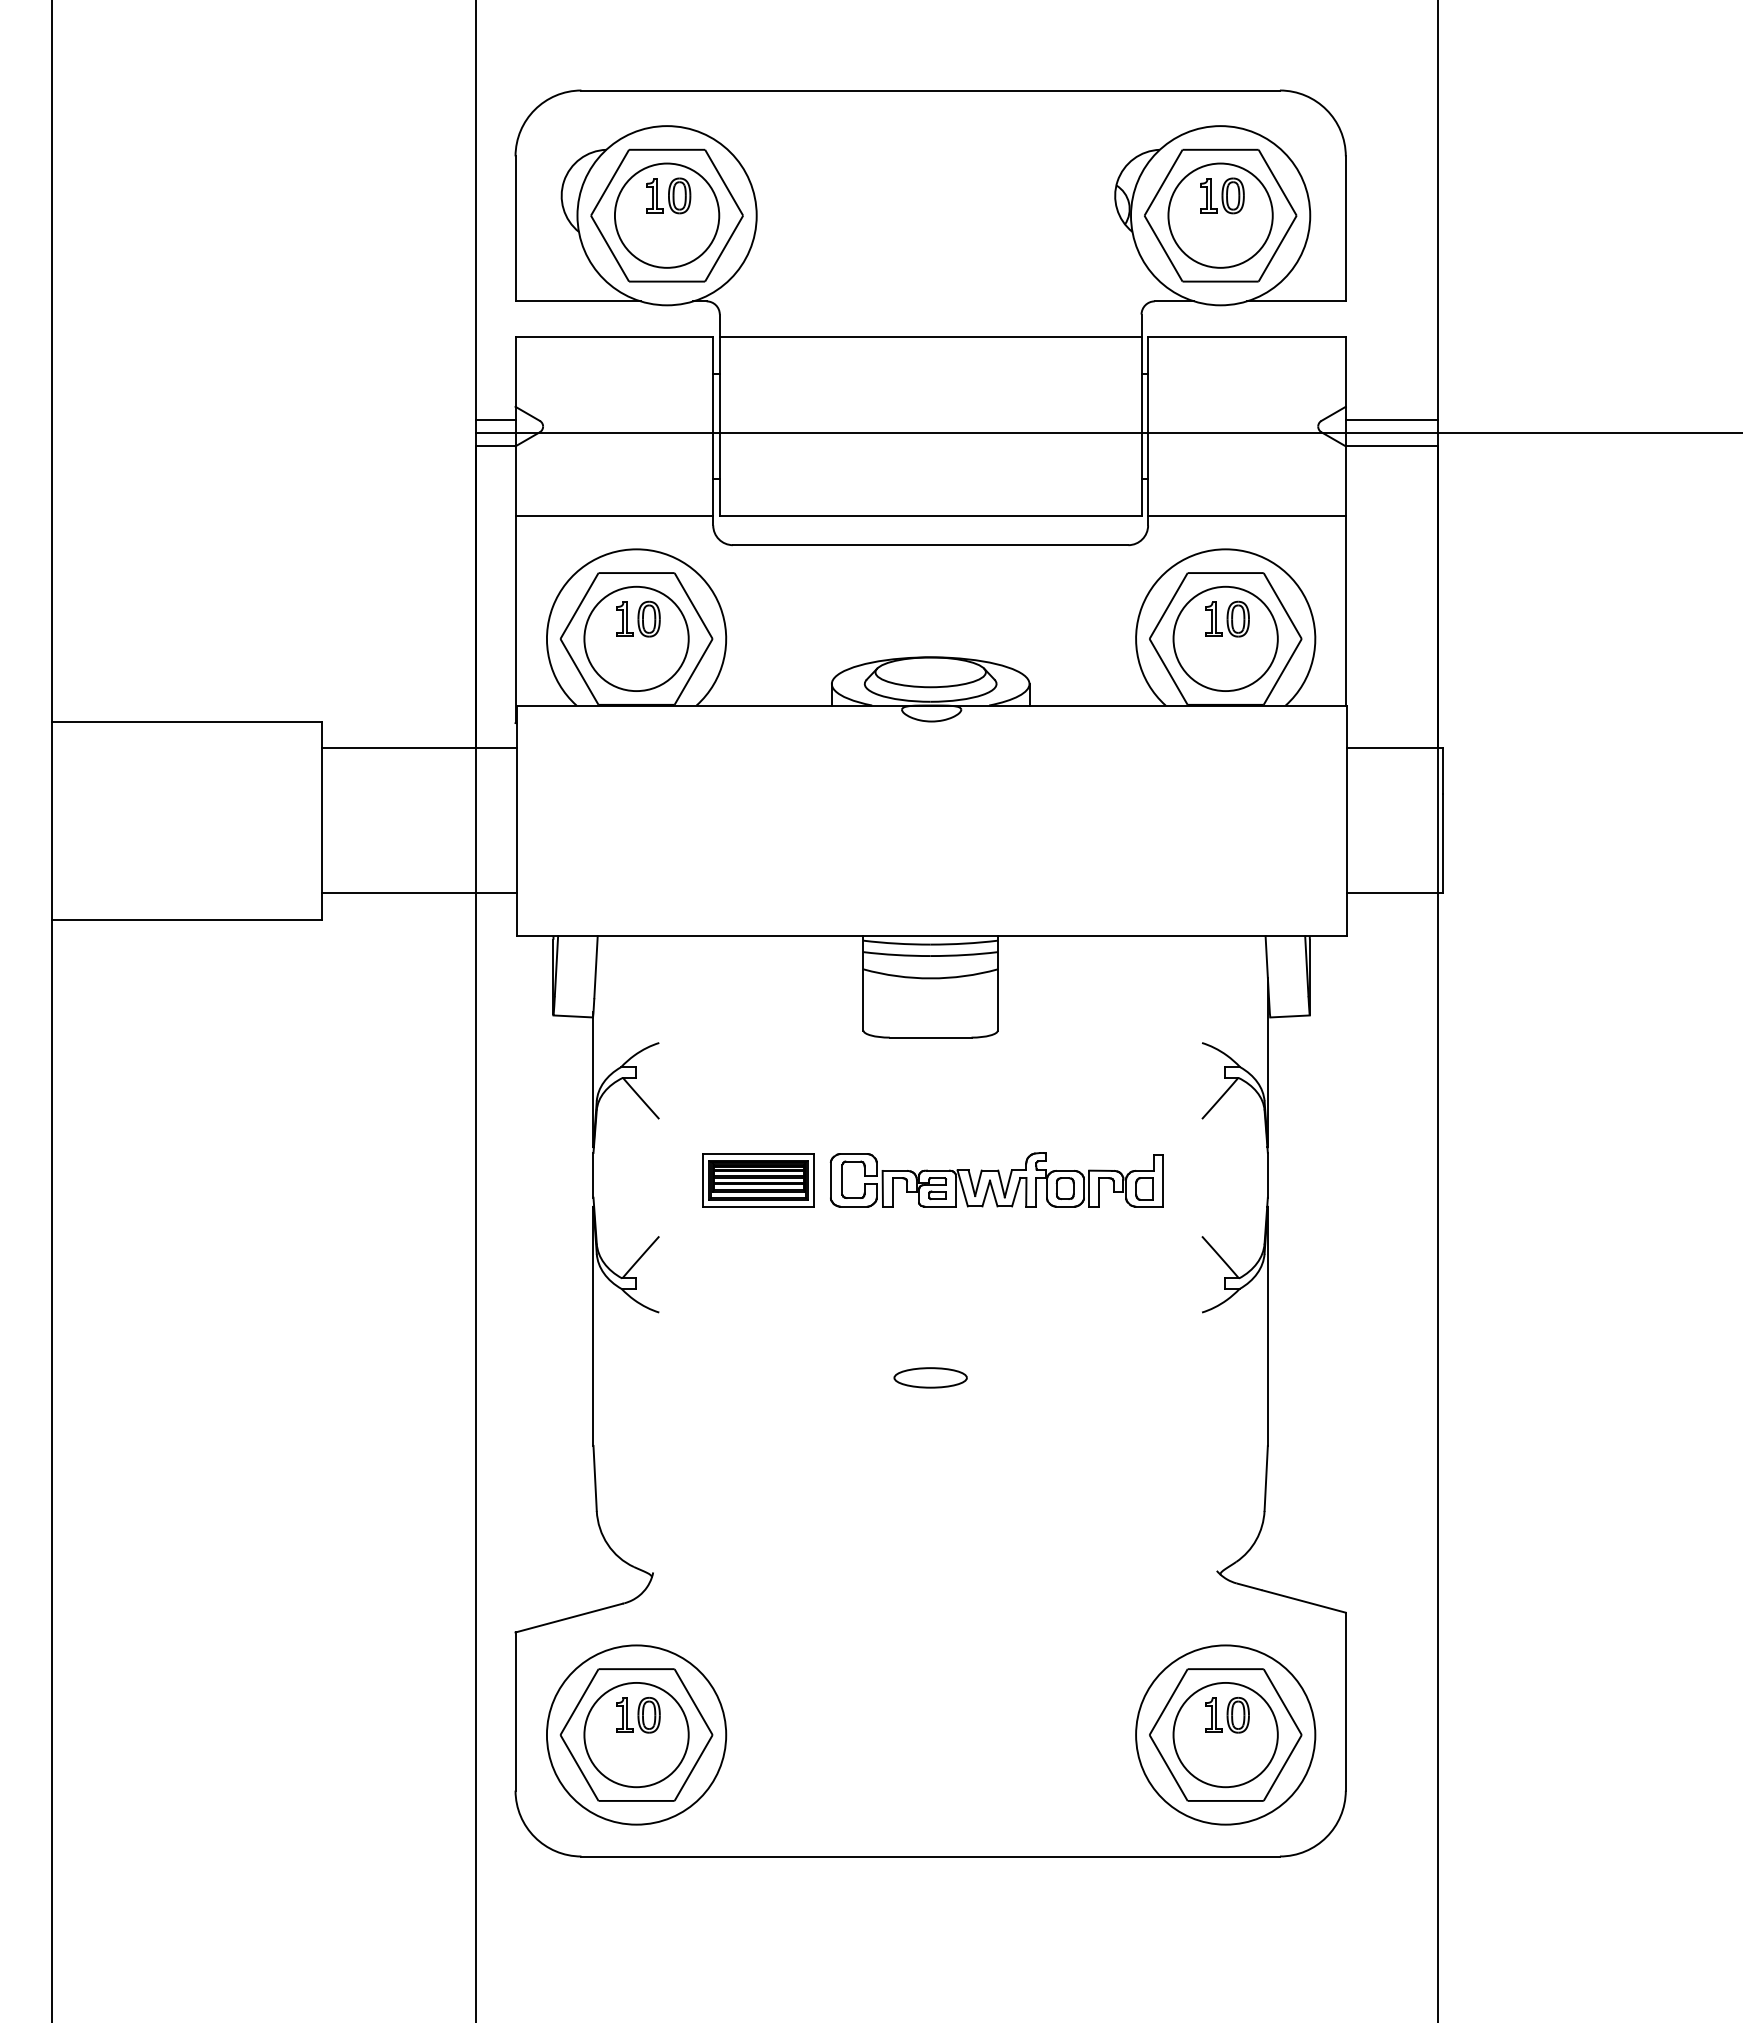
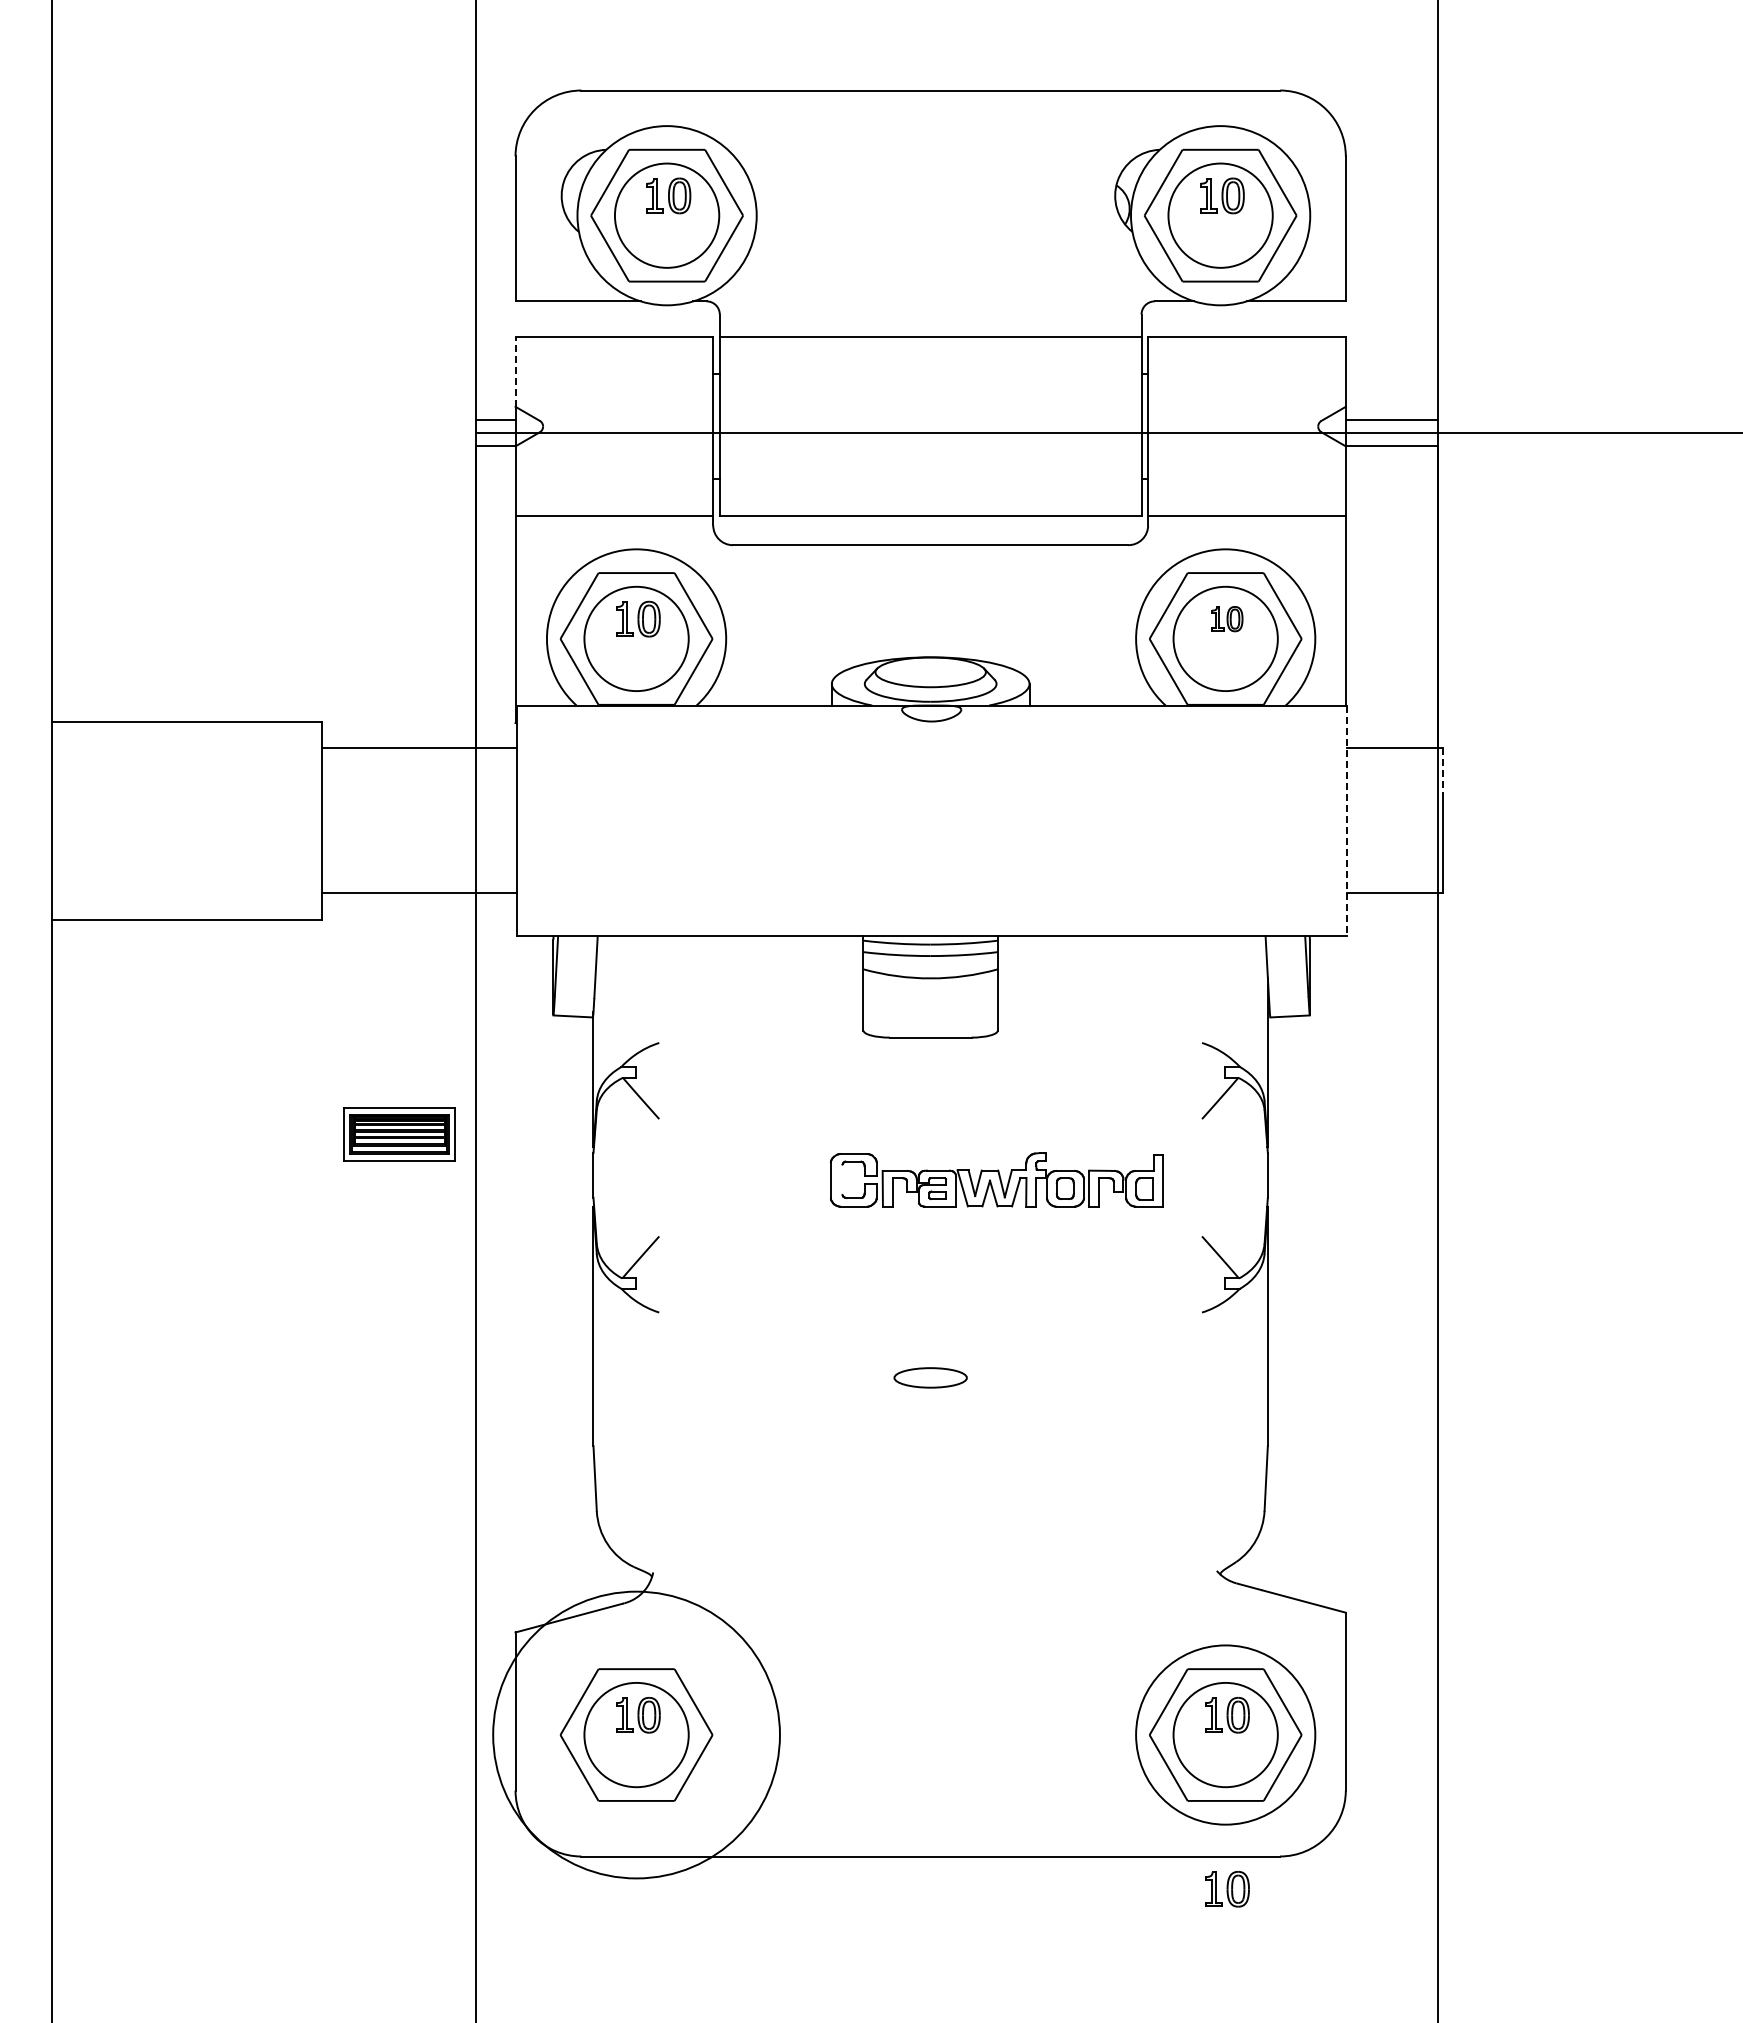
line at (515, 371): solid -> dashed
part at (1227, 618) size: 45x38 px -> 33x27 px
line at (1442, 771): solid -> dashed
line at (1346, 821): solid -> dashed
line at (842, 1179): present -> none
part at (758, 1180) position: (758, 1180) -> (399, 1134)
circle at (636, 1734) diameter: 179 px -> 287 px
part at (1227, 1889): none -> present
